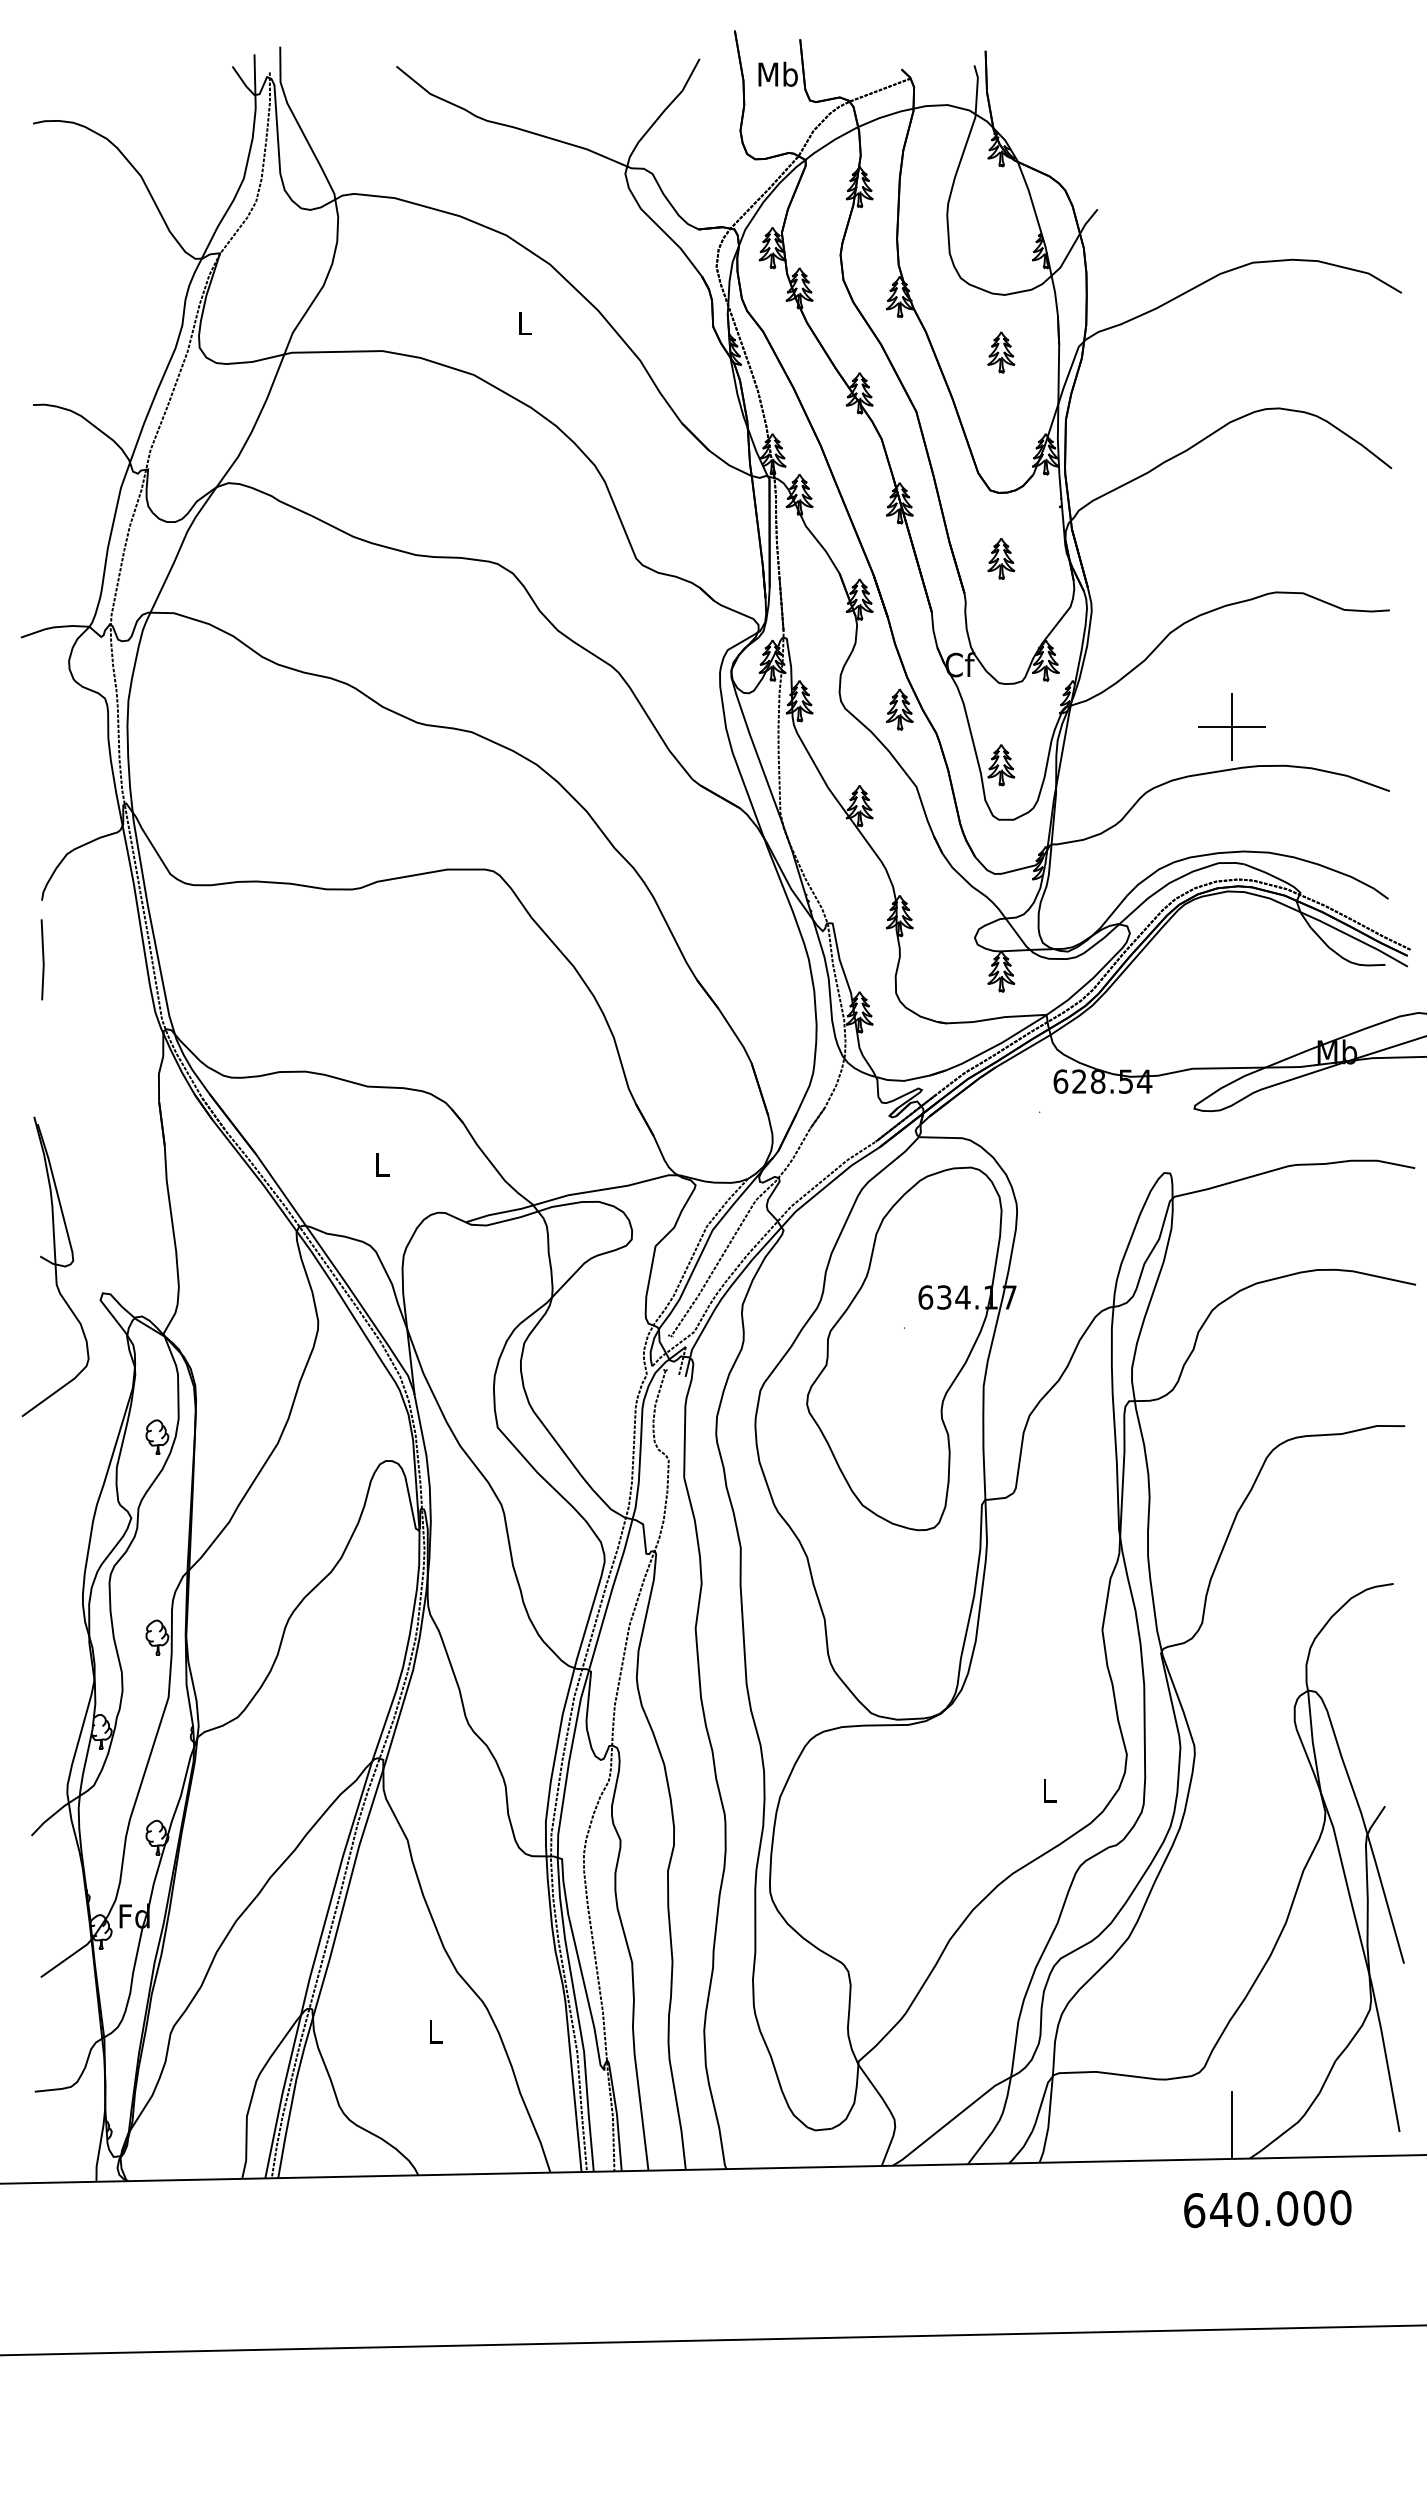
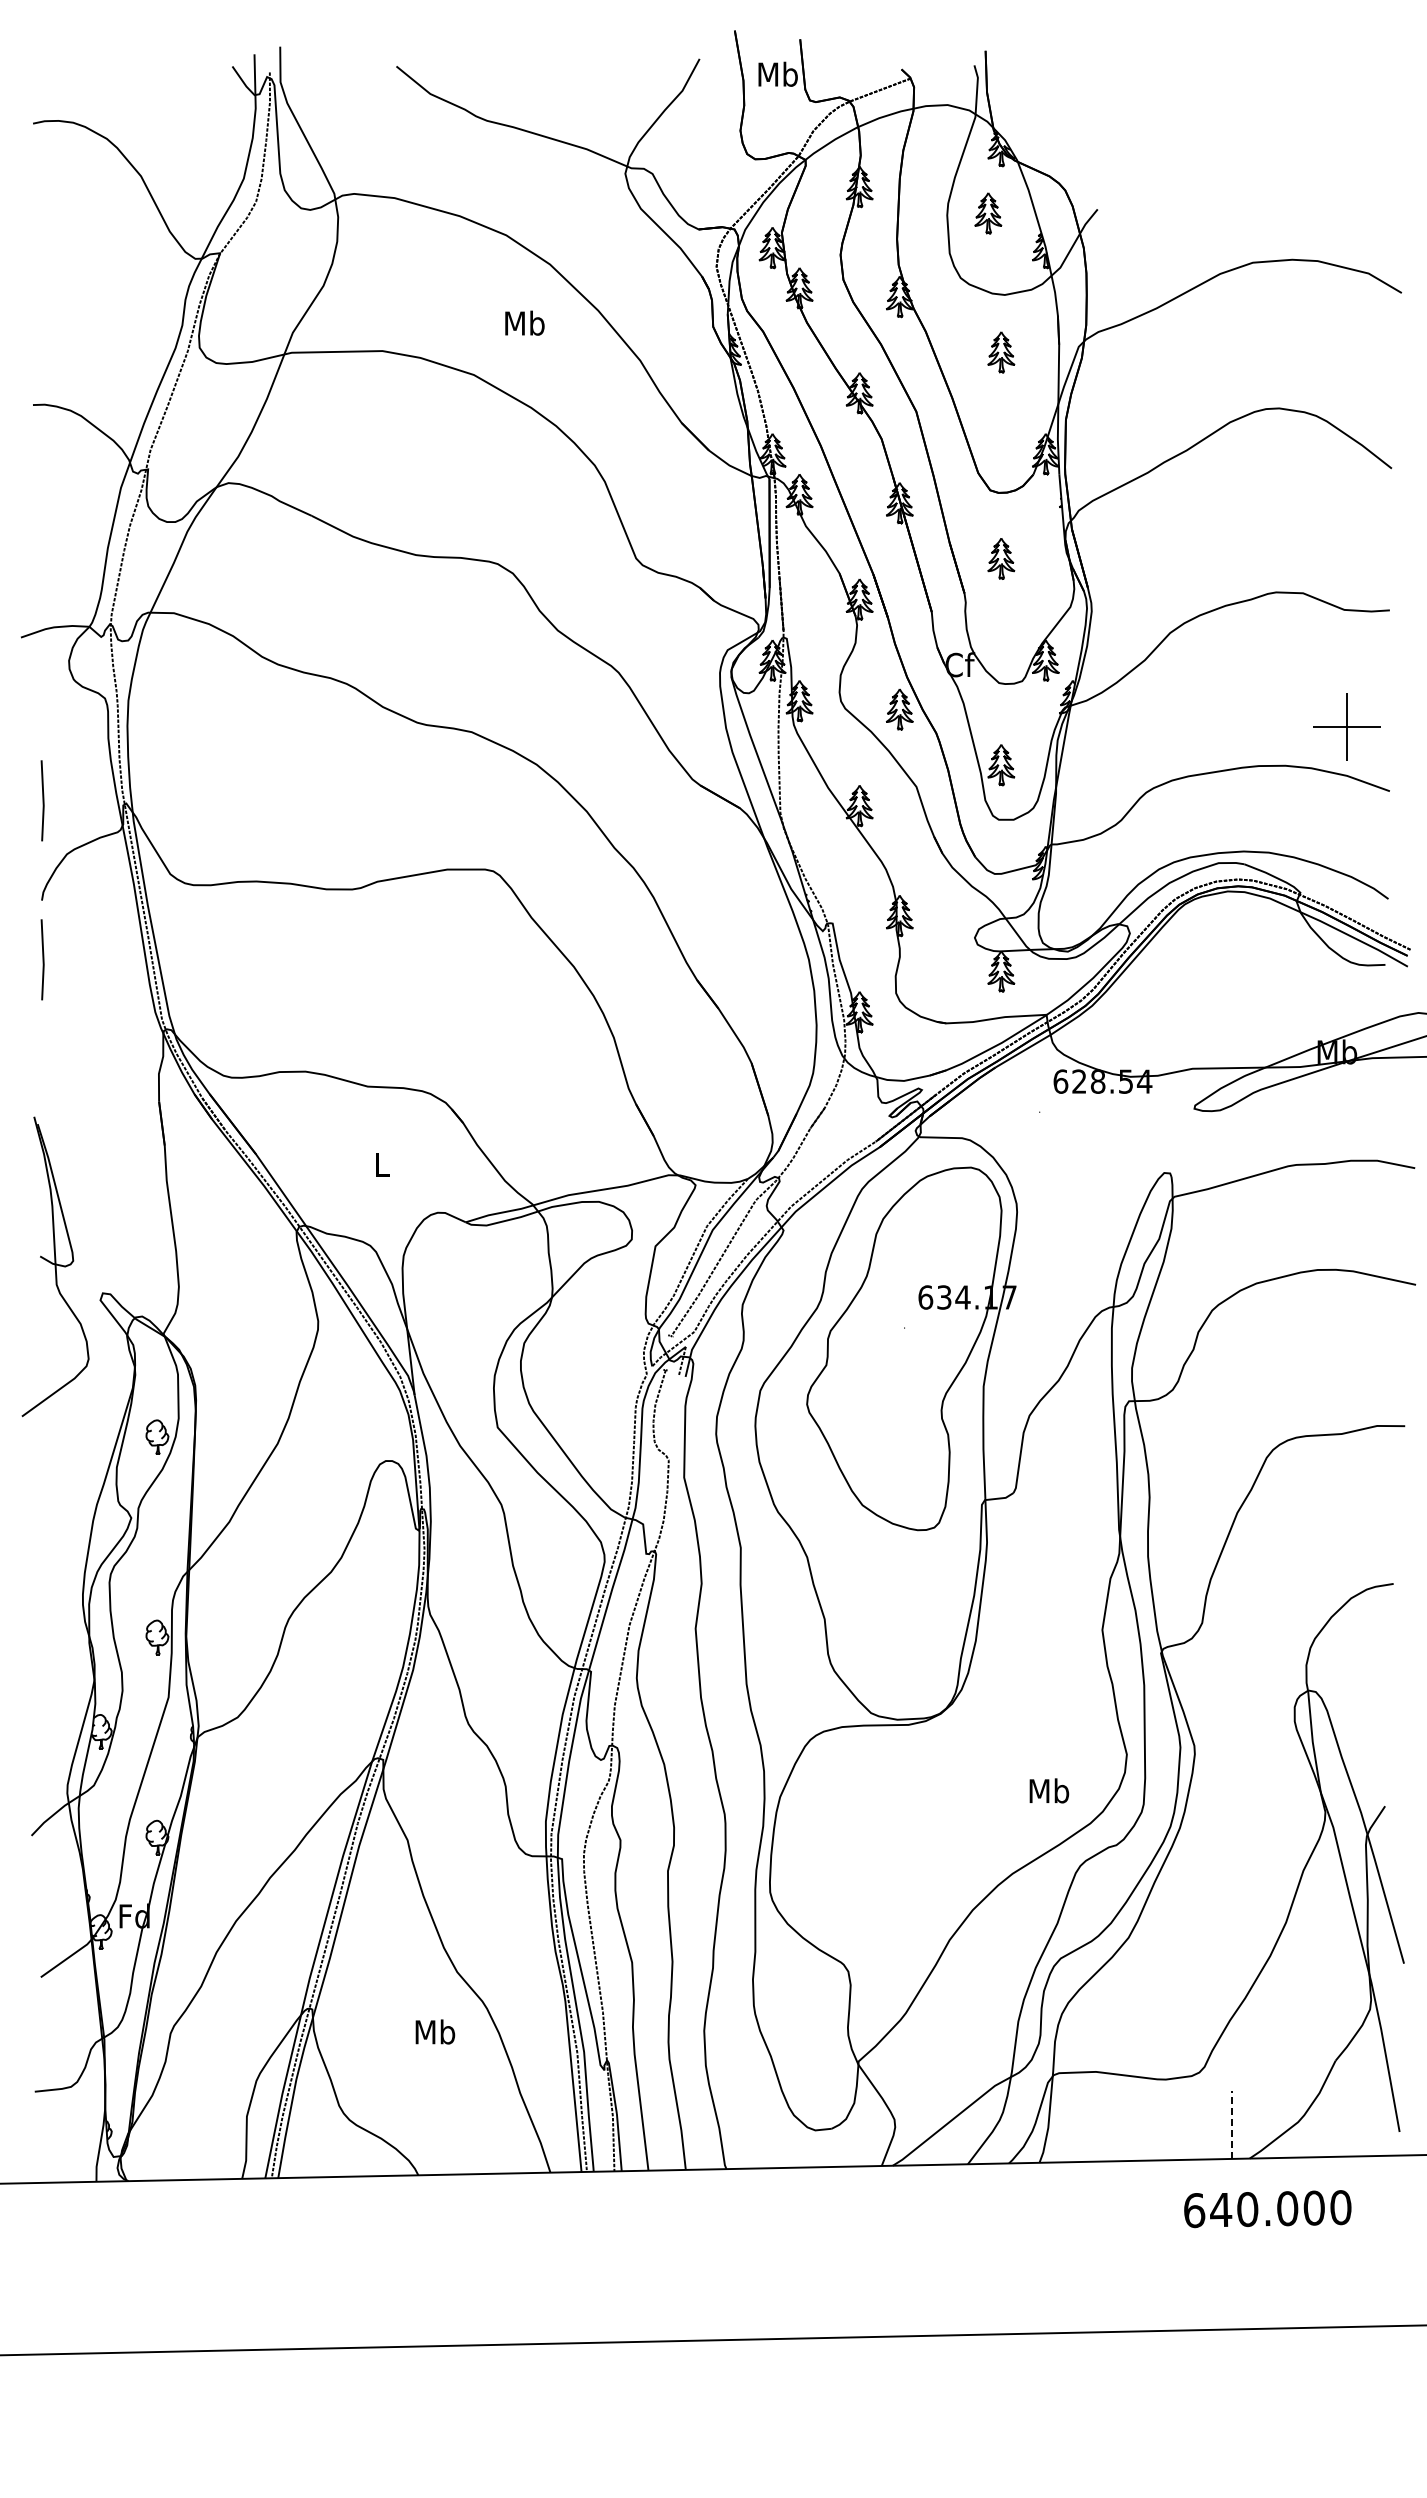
part at (988, 213): none -> present
text at (524, 322): L -> Mb
part at (1231, 726) position: (1231, 726) -> (1346, 726)
line at (42, 800): none -> present
text at (1049, 1790): L -> Mb
text at (435, 2031): L -> Mb
line at (1231, 2124): solid -> dashed
